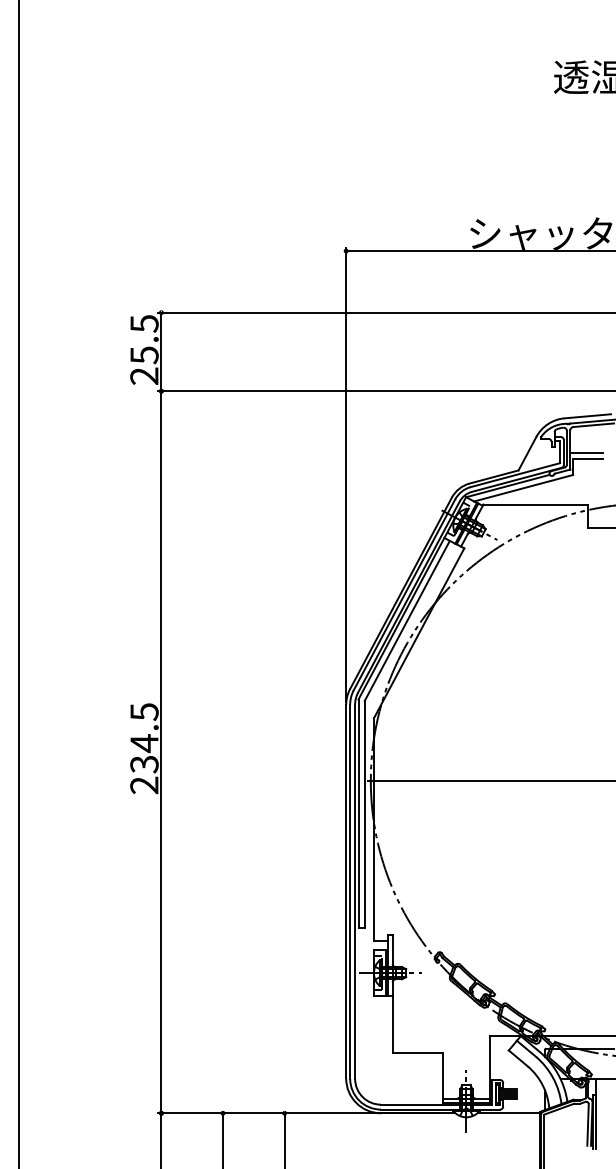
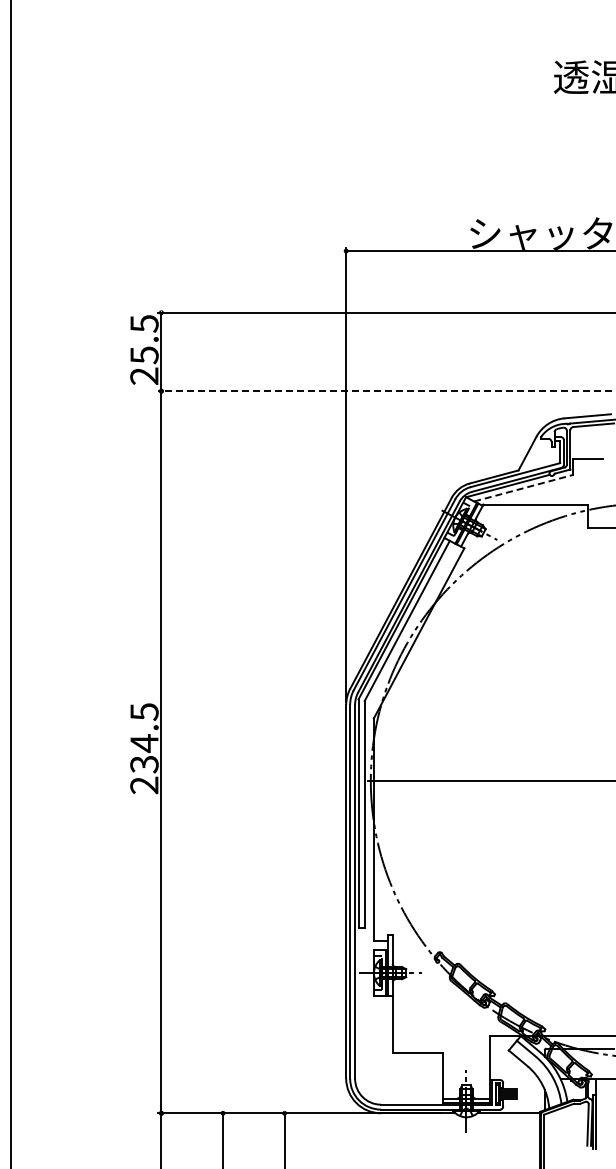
line at (386, 391): solid -> dashed
line at (586, 452): present -> none
line at (524, 488): solid -> dashed
line at (18, 583) position: (18, 583) -> (10, 583)
